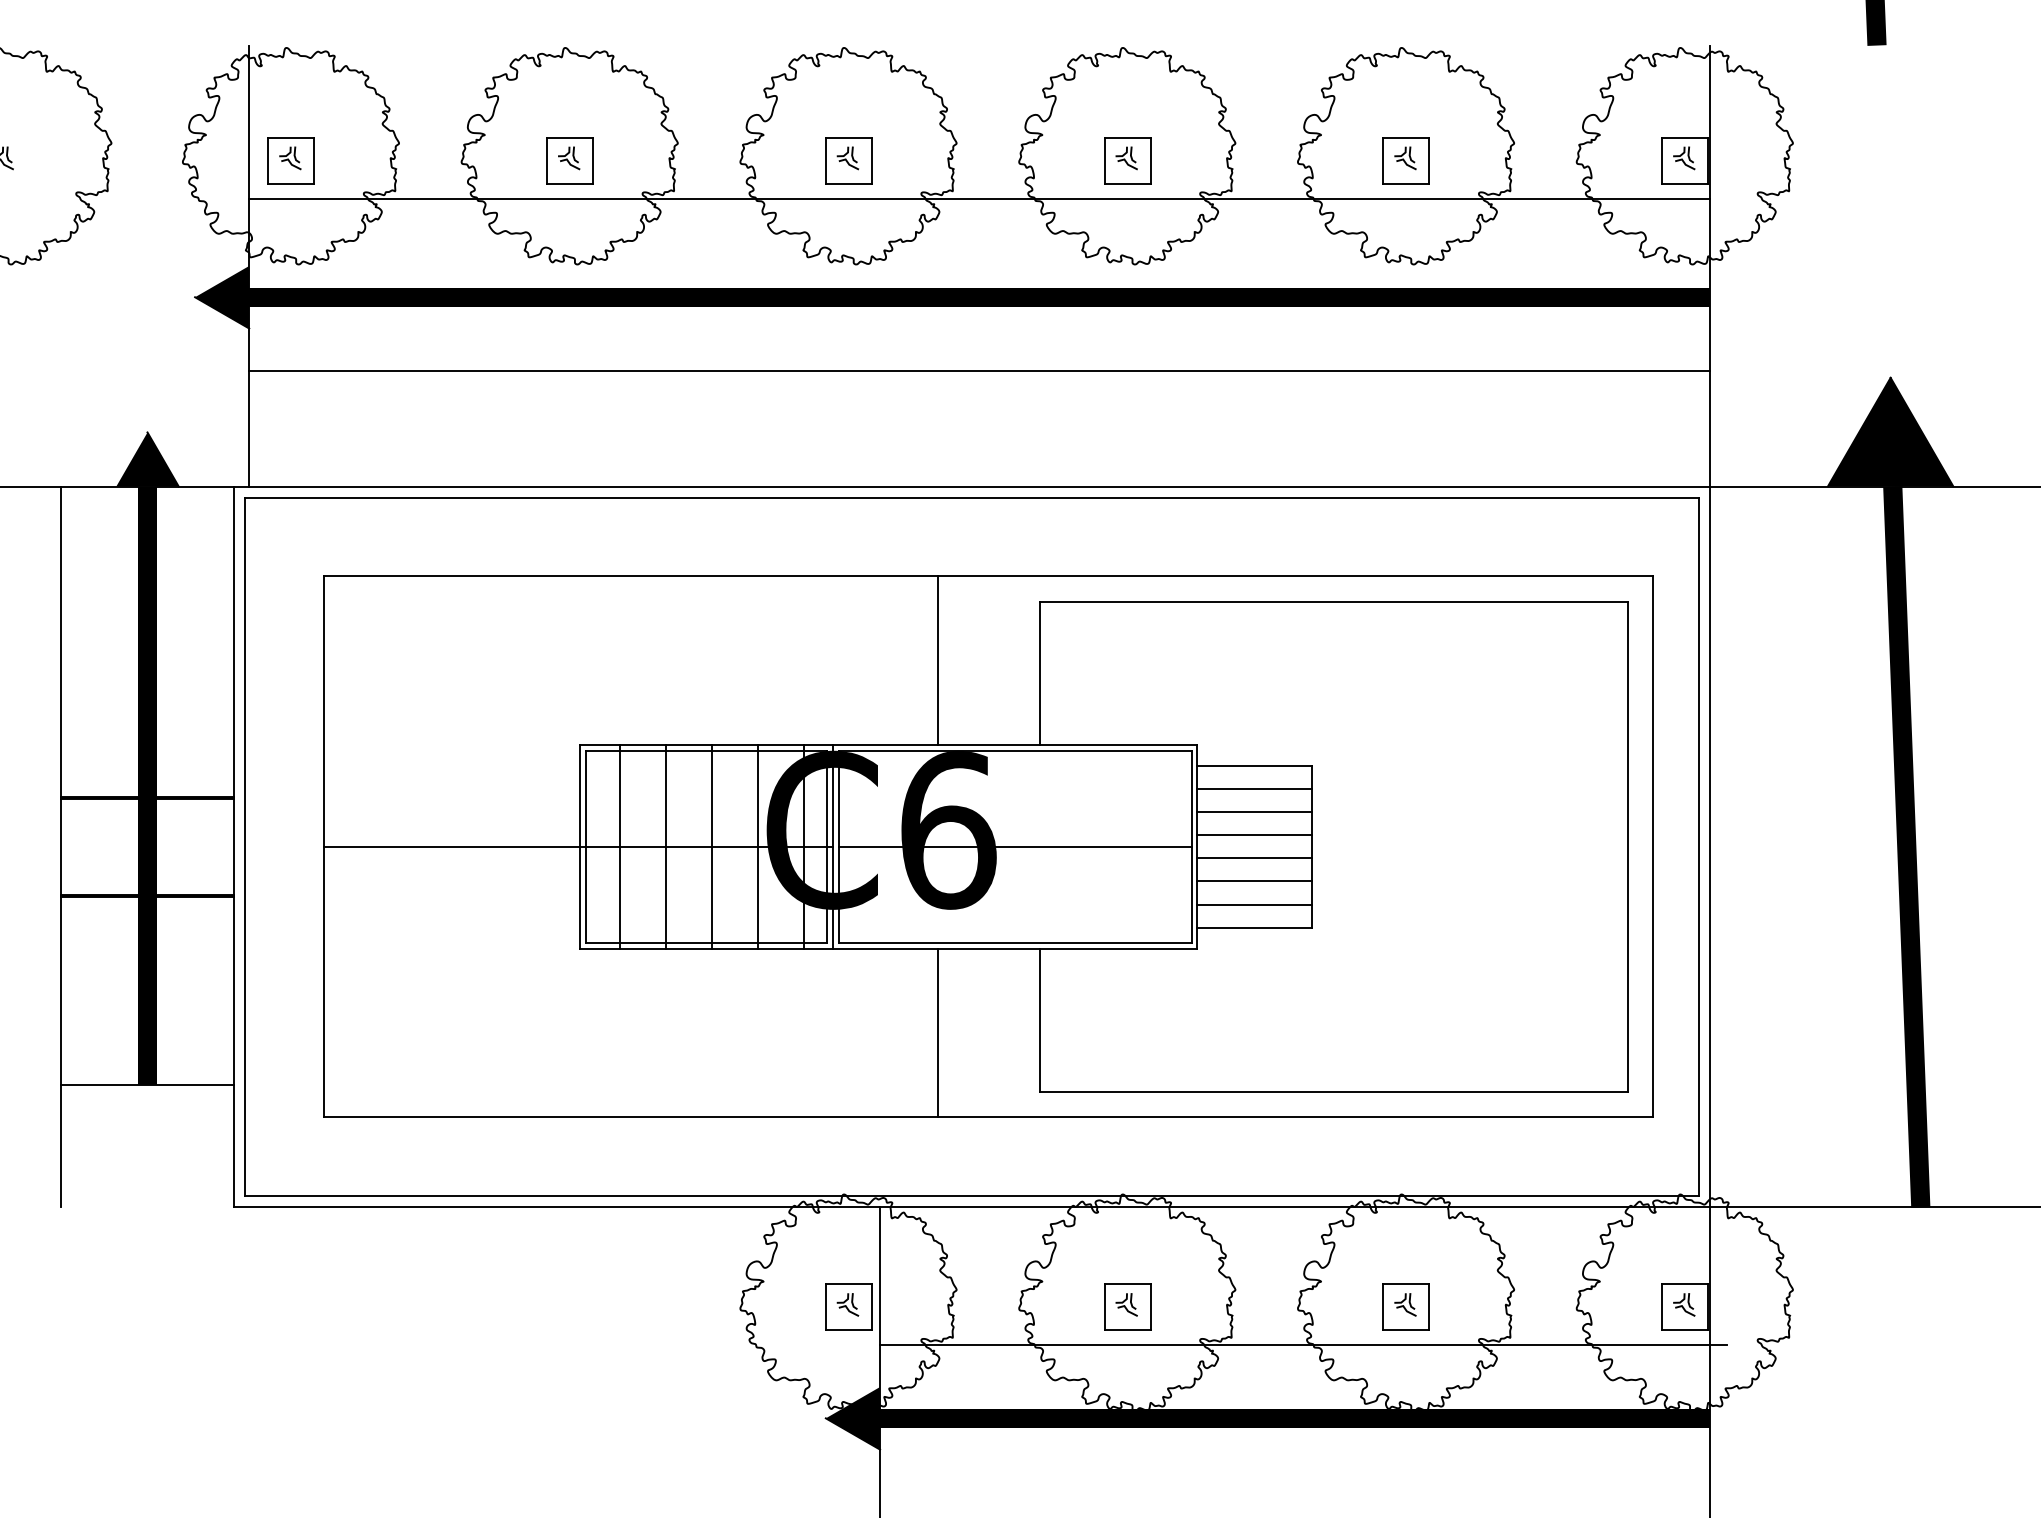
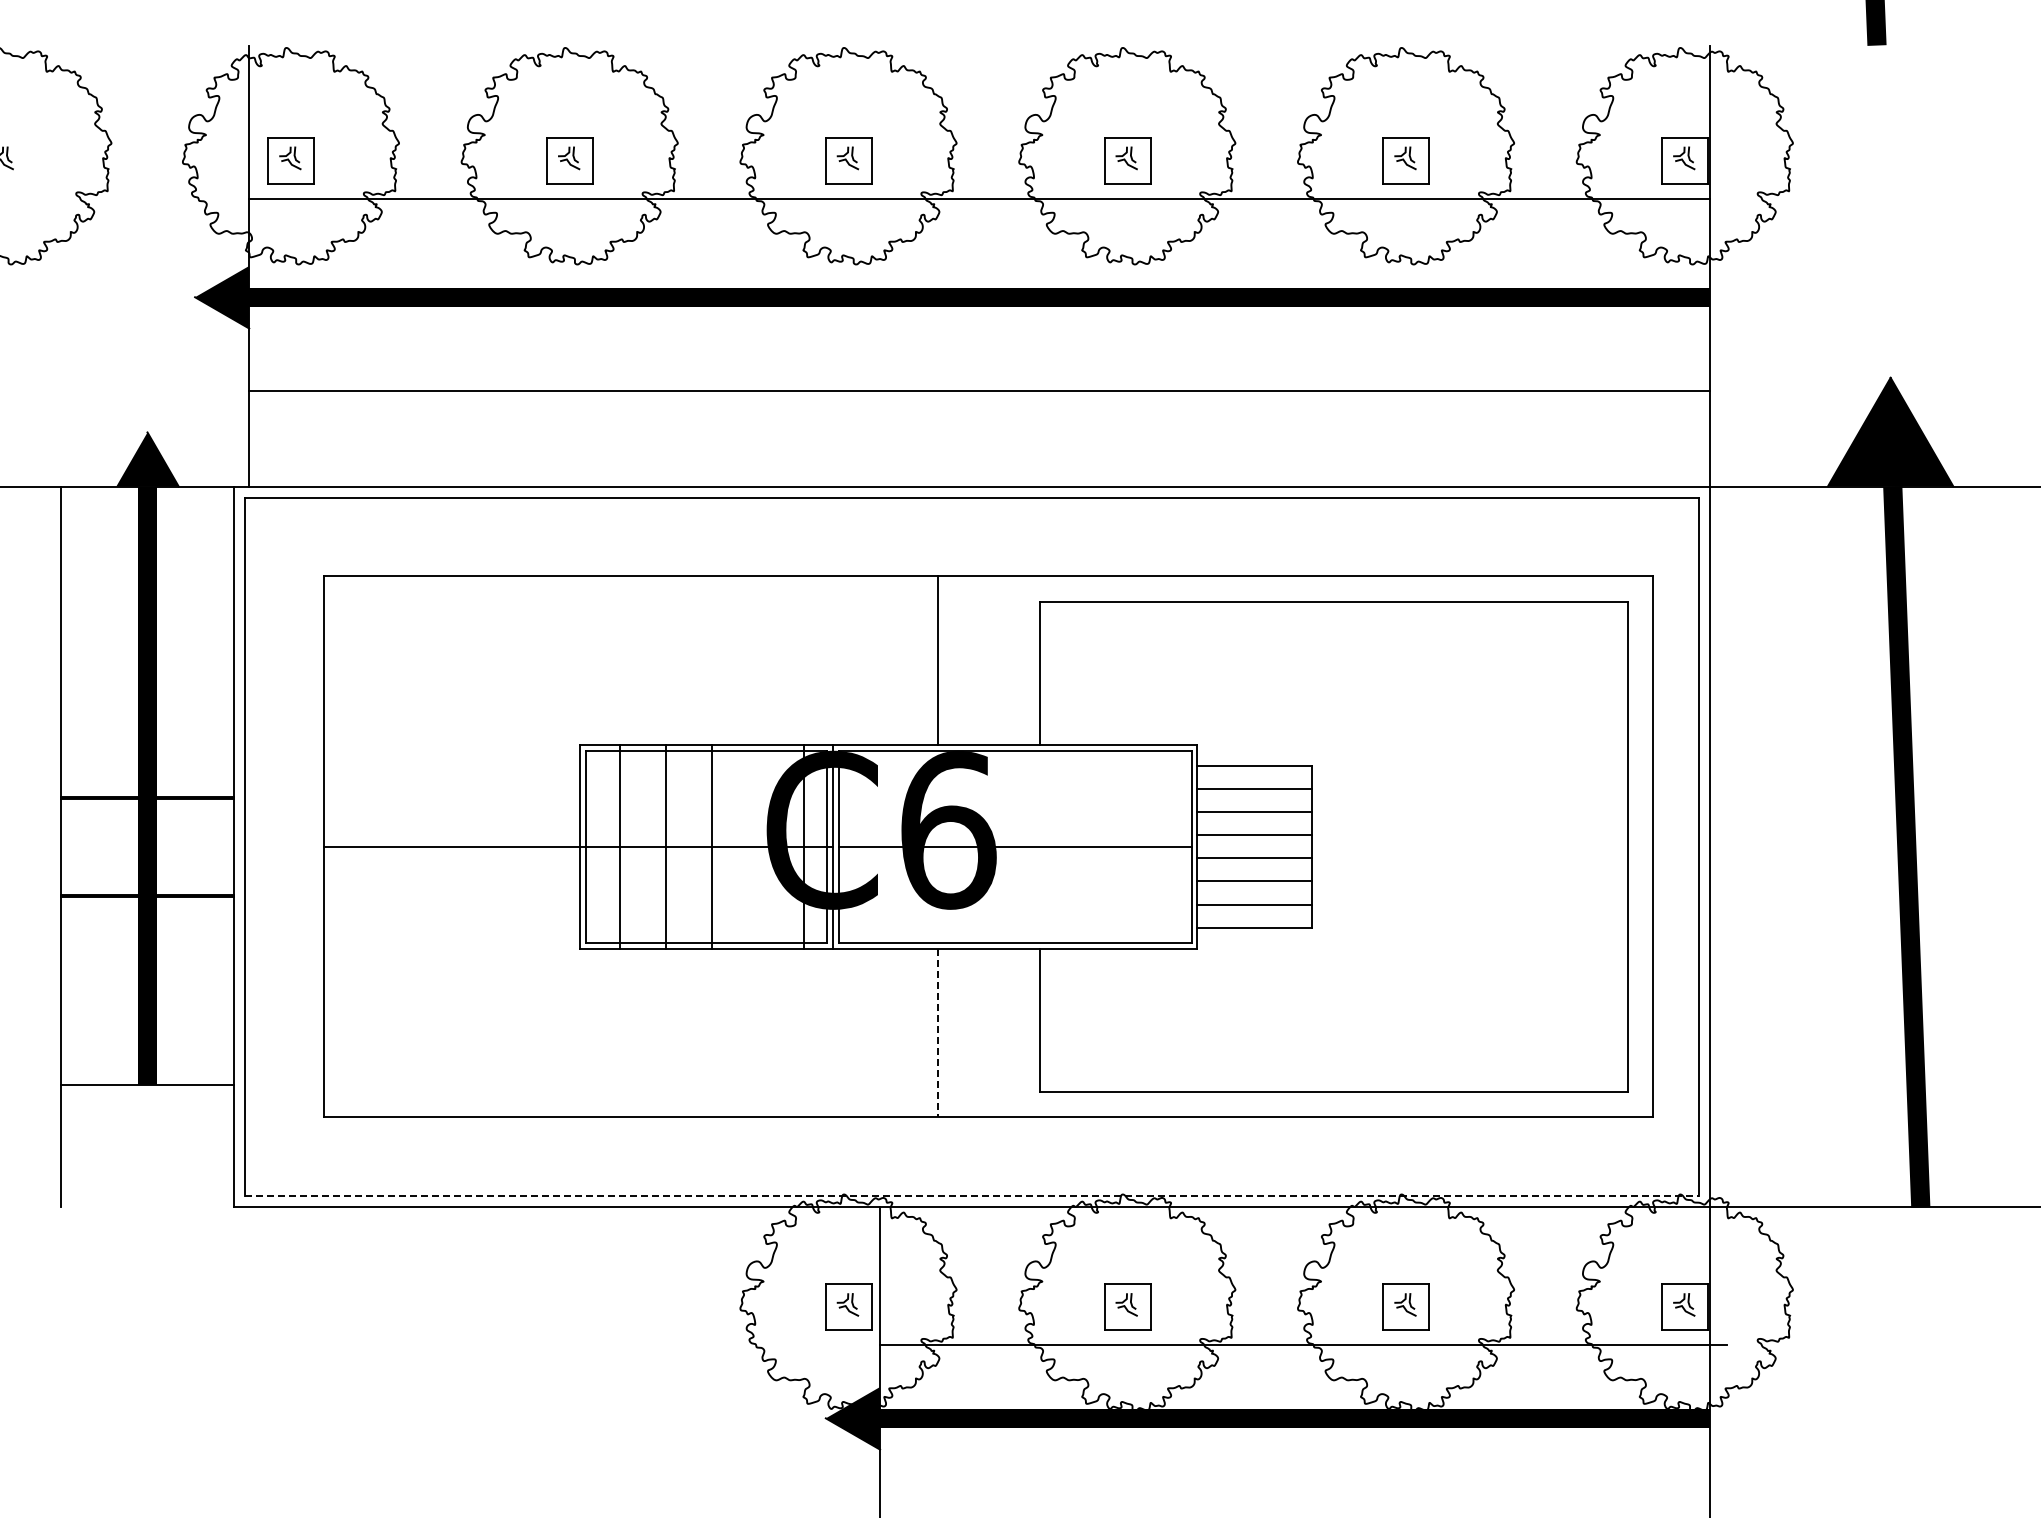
line at (979, 371) position: (979, 371) -> (979, 391)
line at (758, 846): present -> none
line at (937, 1033): solid -> dashed
line at (971, 1195): solid -> dashed
